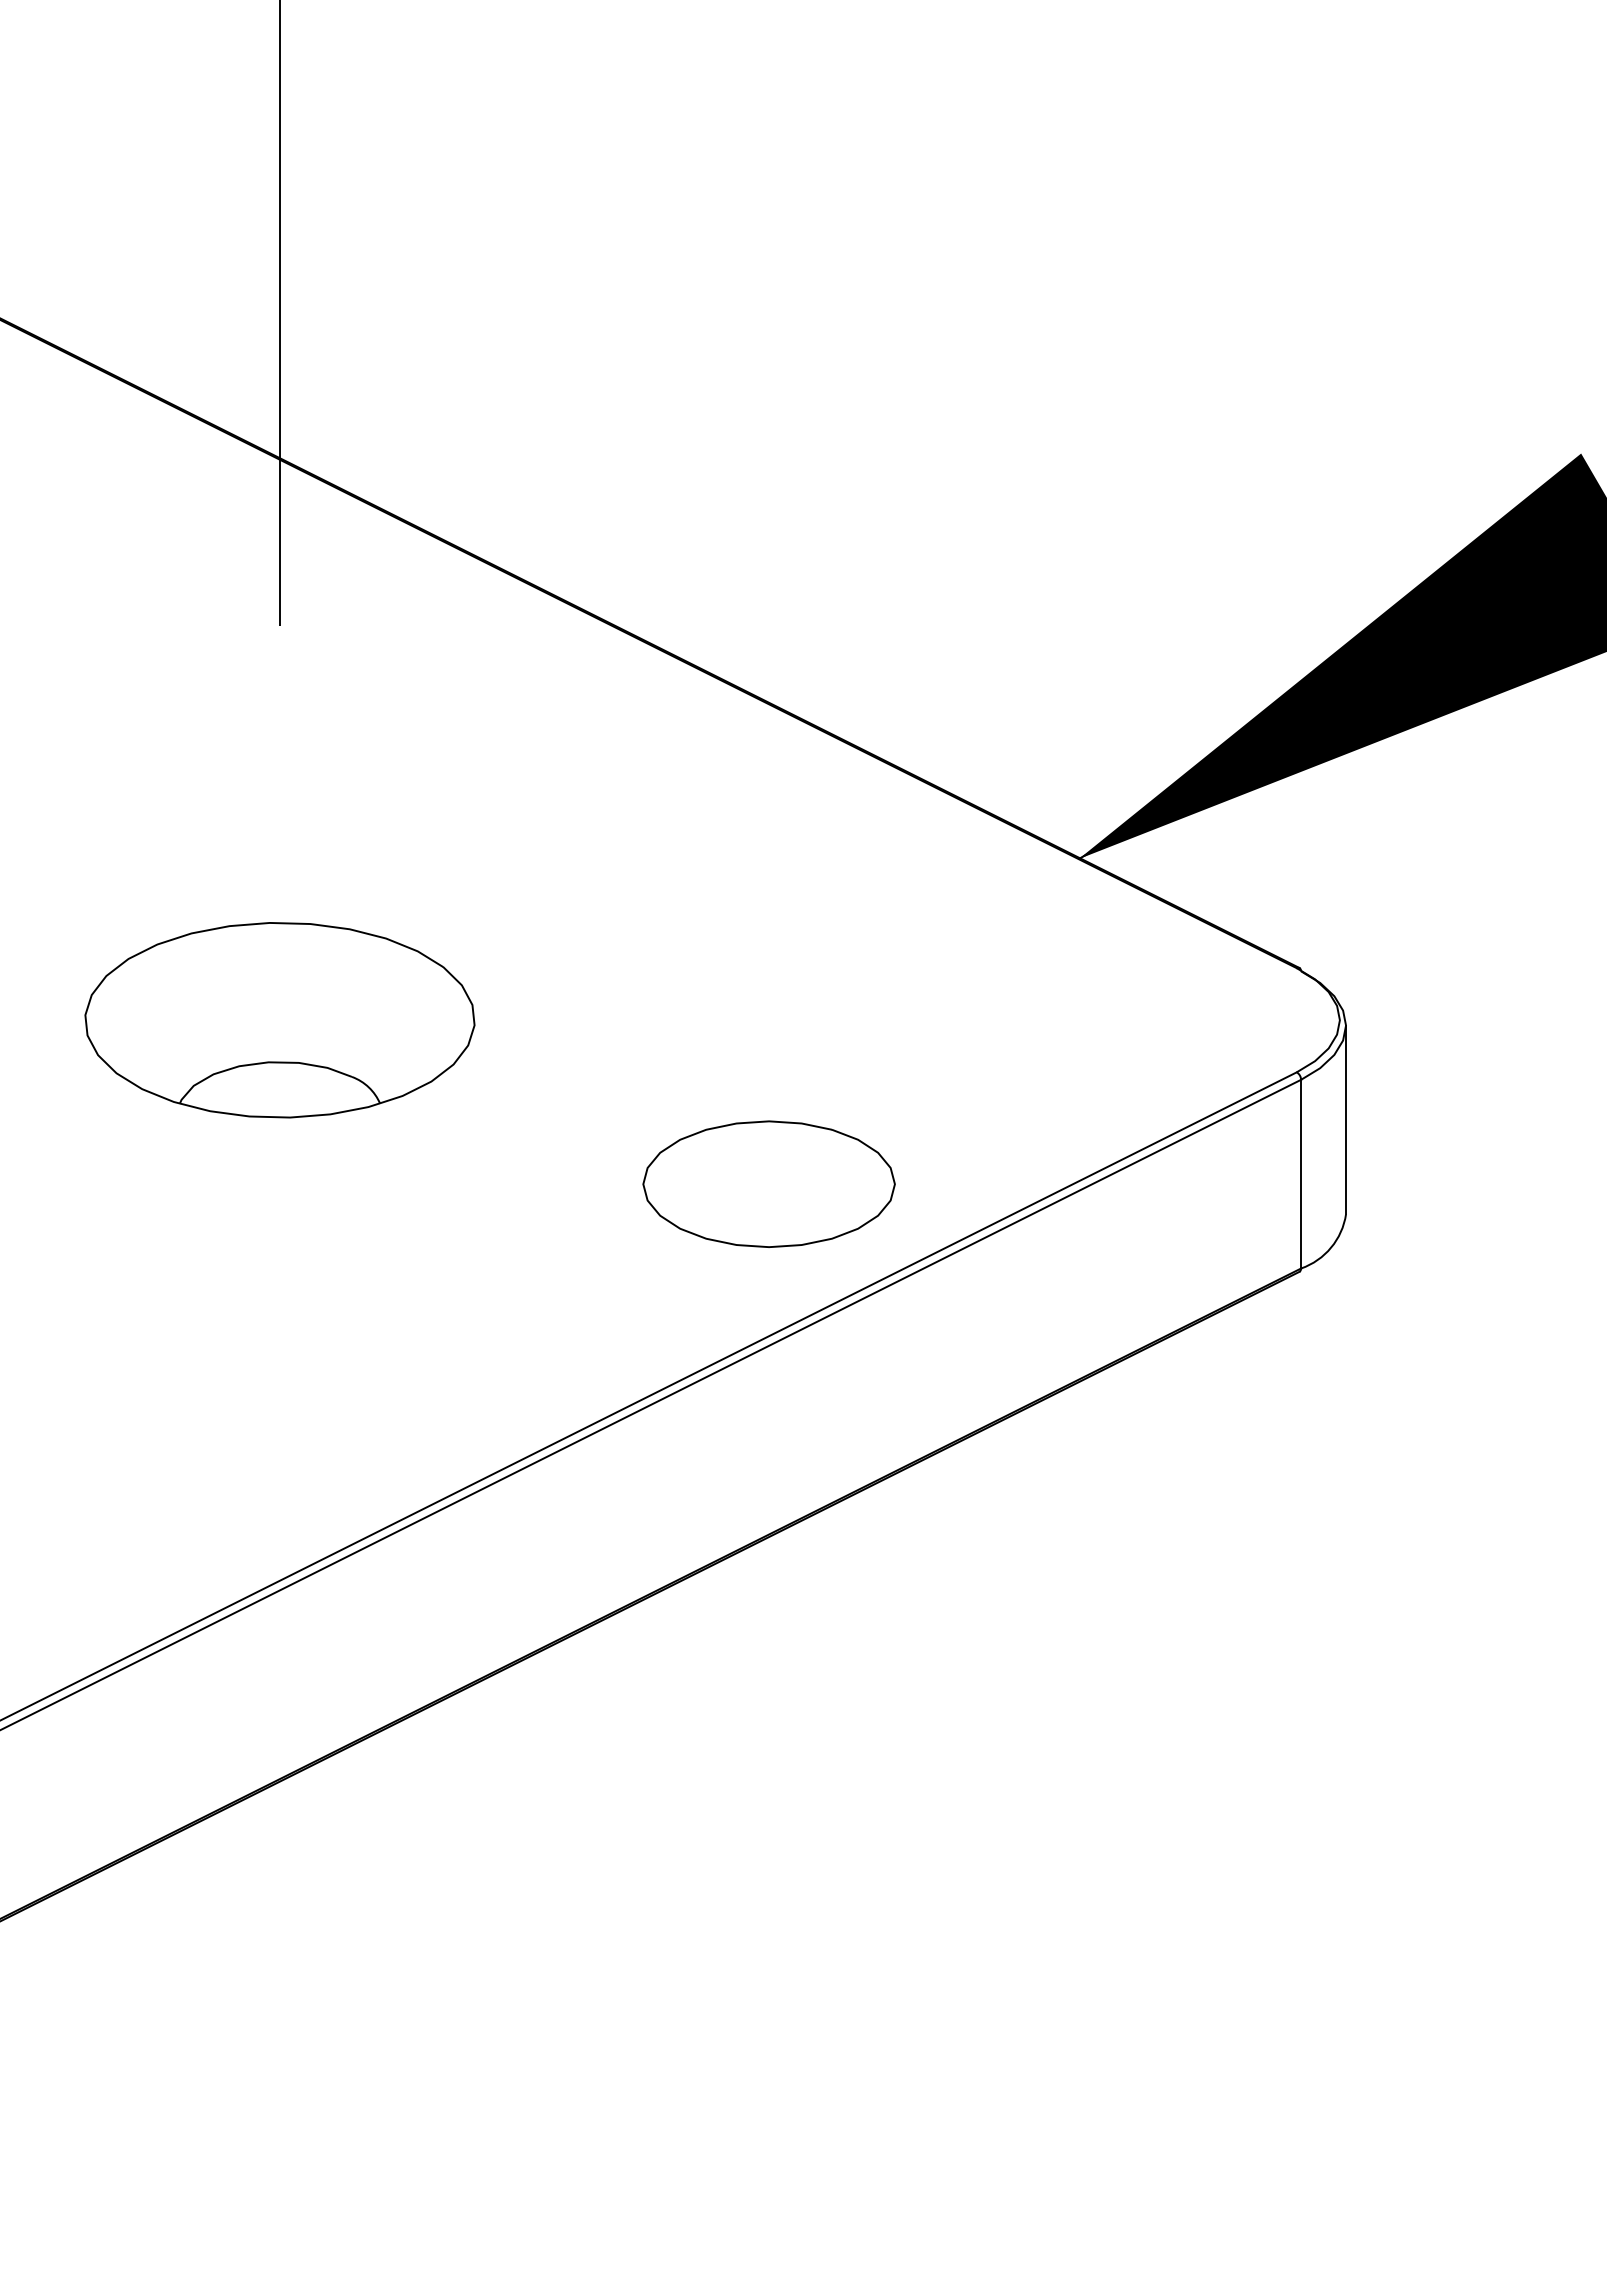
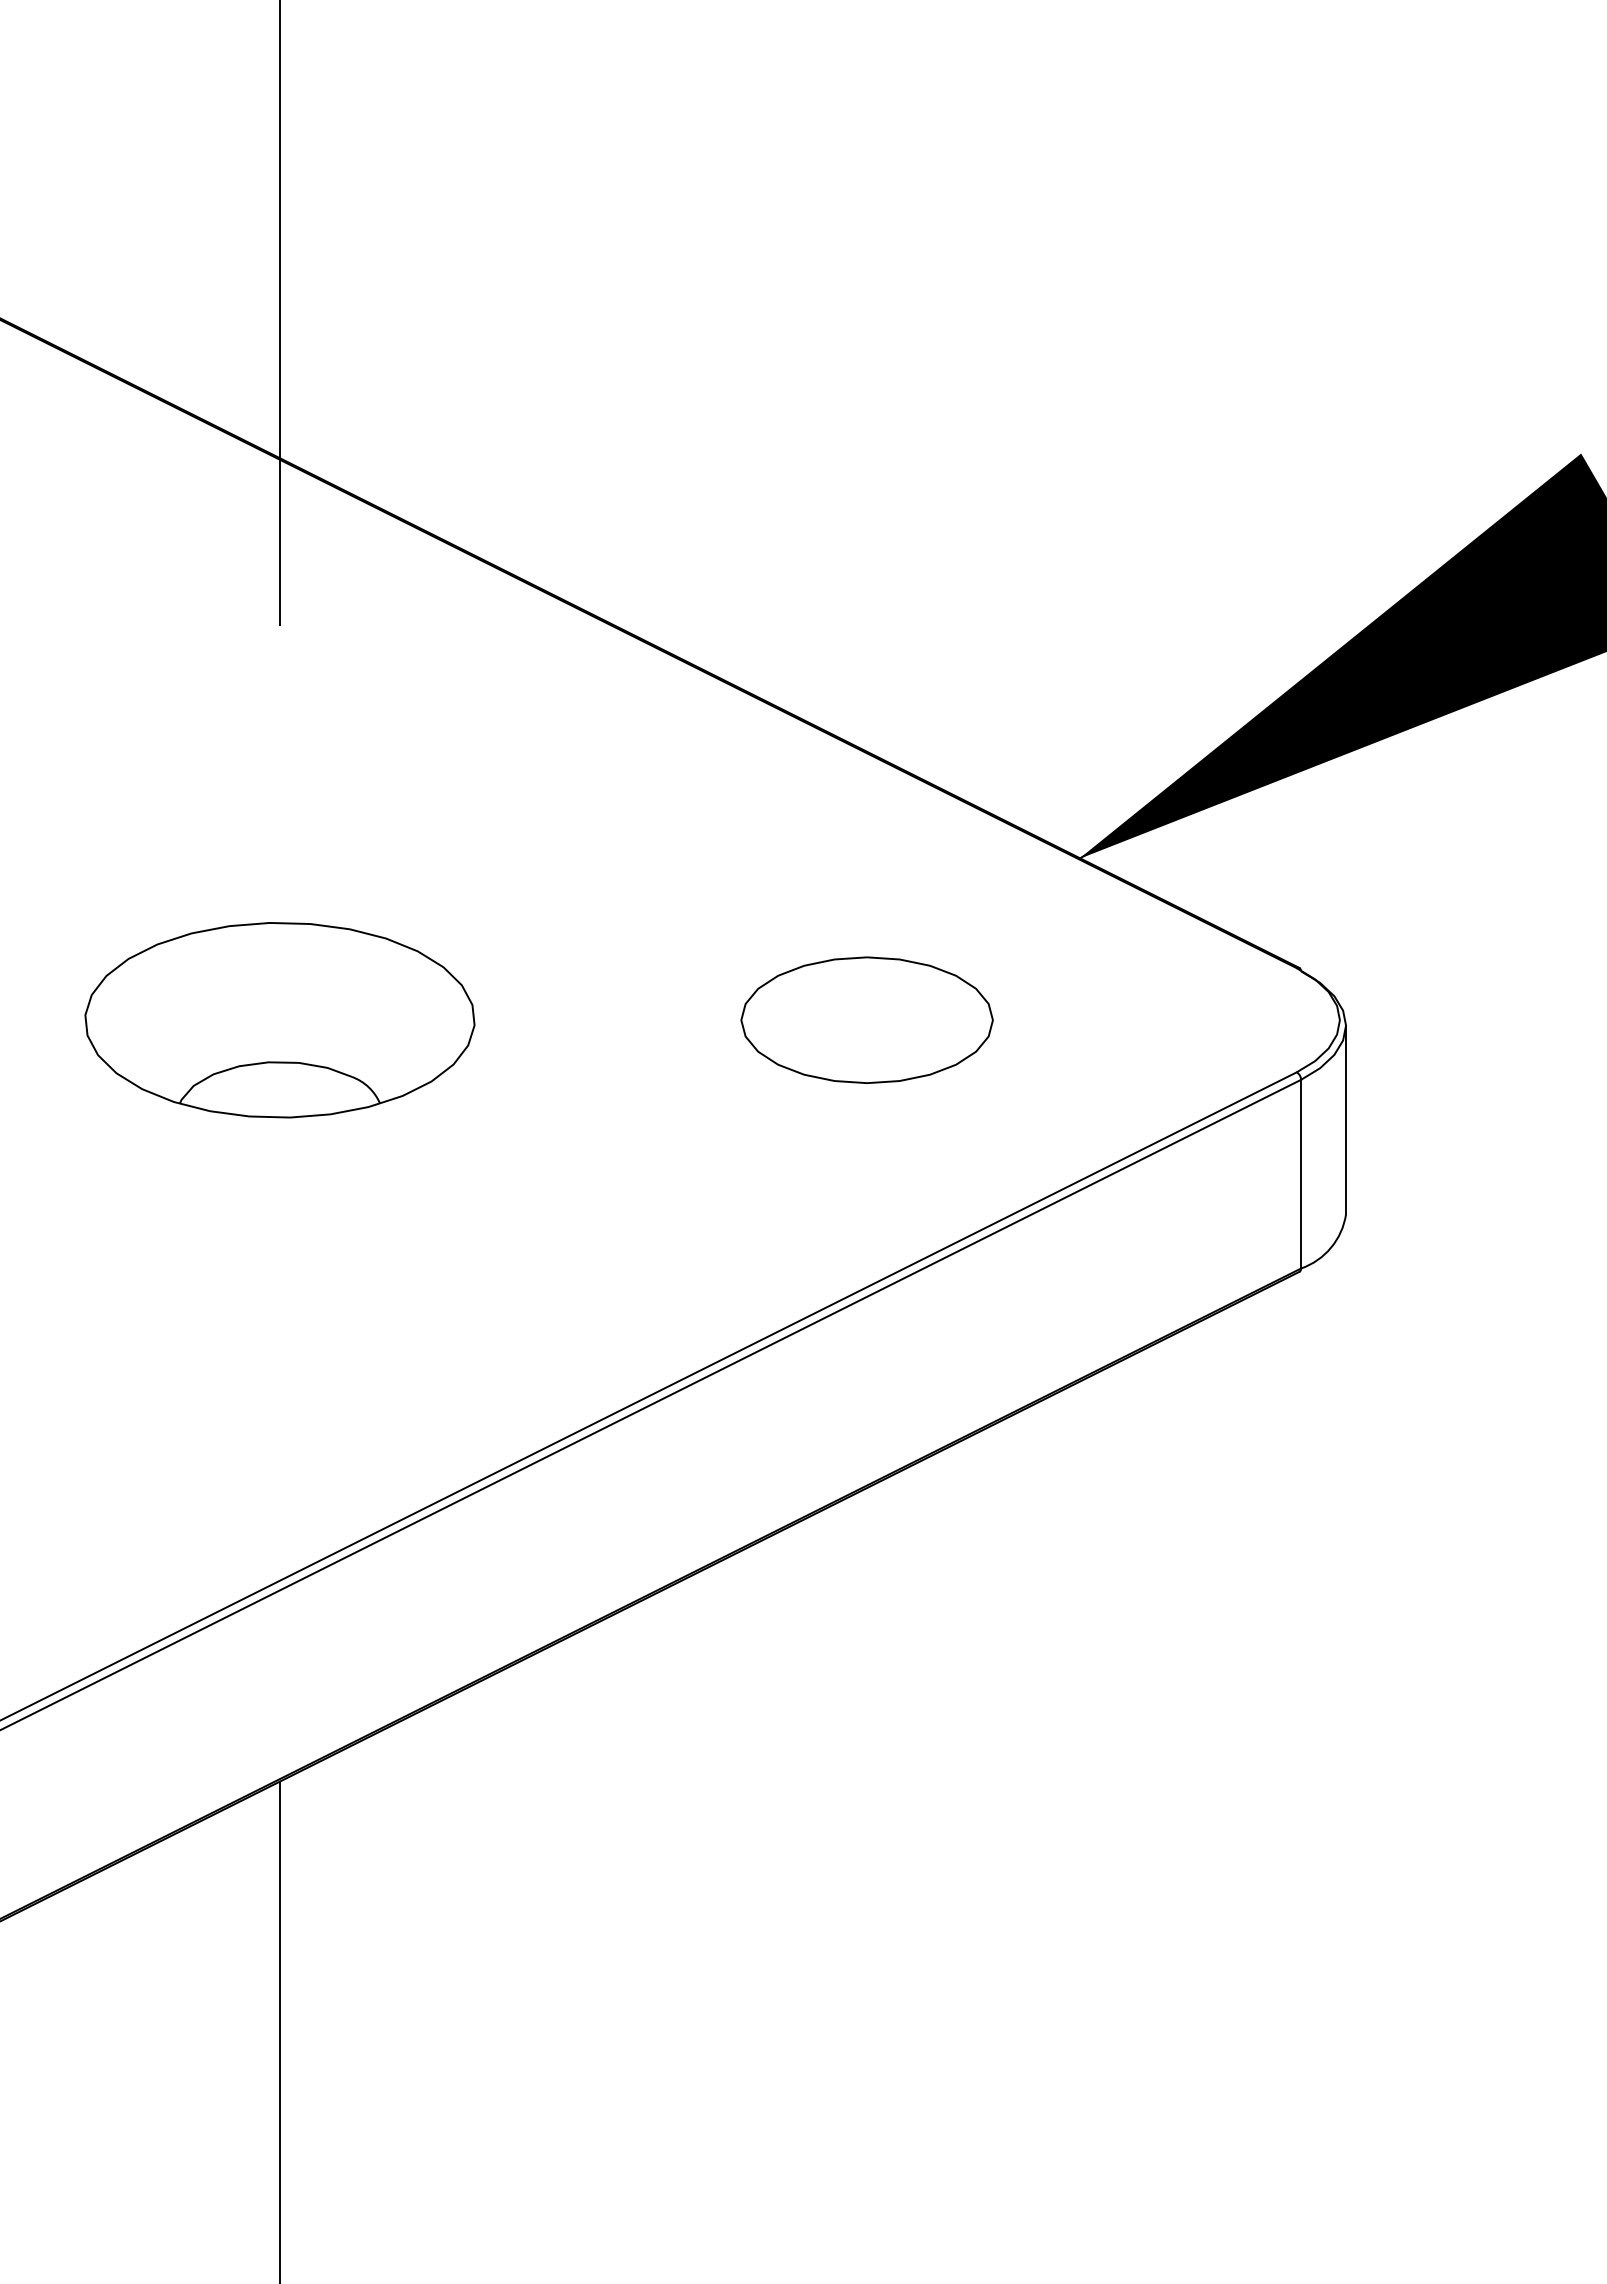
part at (768, 1183) position: (768, 1183) -> (866, 1019)
line at (279, 2030): none -> present
